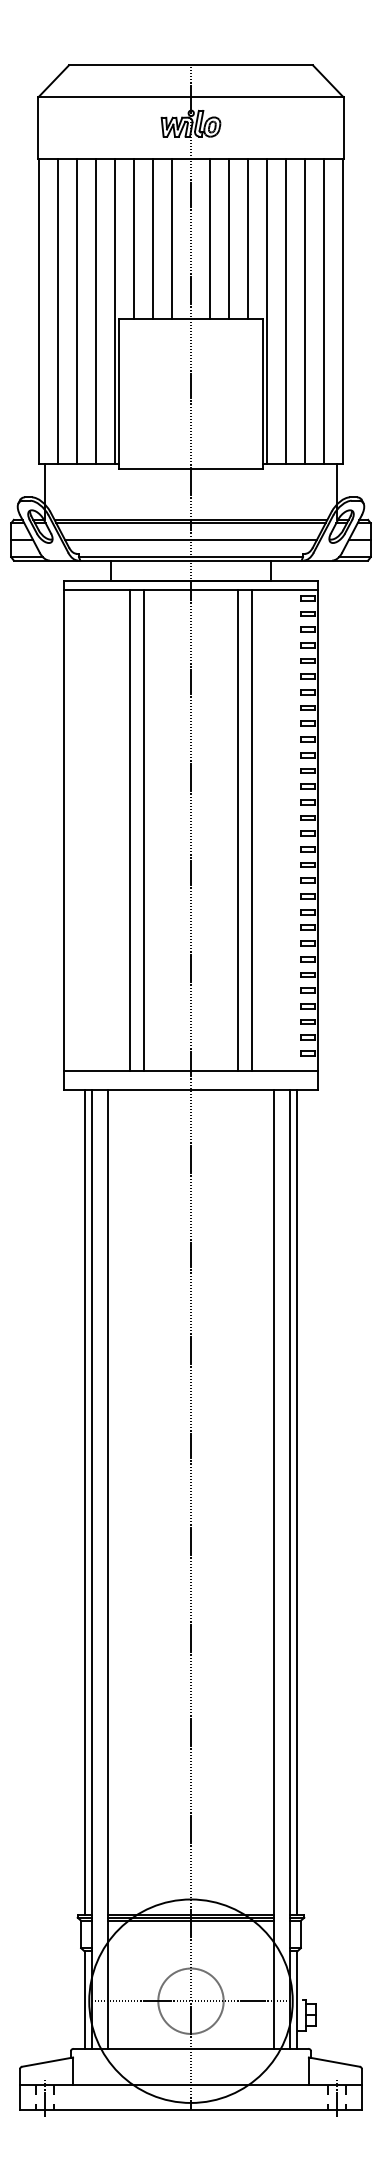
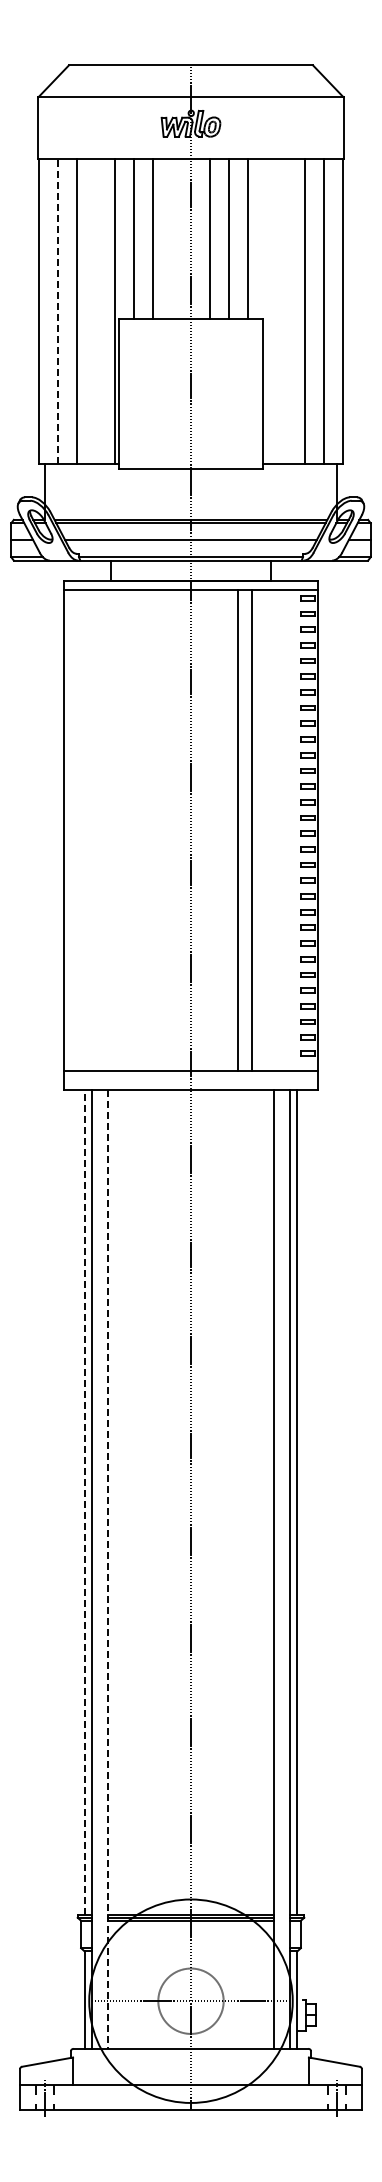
line at (172, 238): present -> none
line at (57, 311): solid -> dashed
line at (95, 311): present -> none
line at (267, 311): present -> none
line at (286, 311): present -> none
line at (129, 830): present -> none
line at (143, 830): present -> none
line at (84, 1502): solid -> dashed
line at (107, 1569): solid -> dashed
